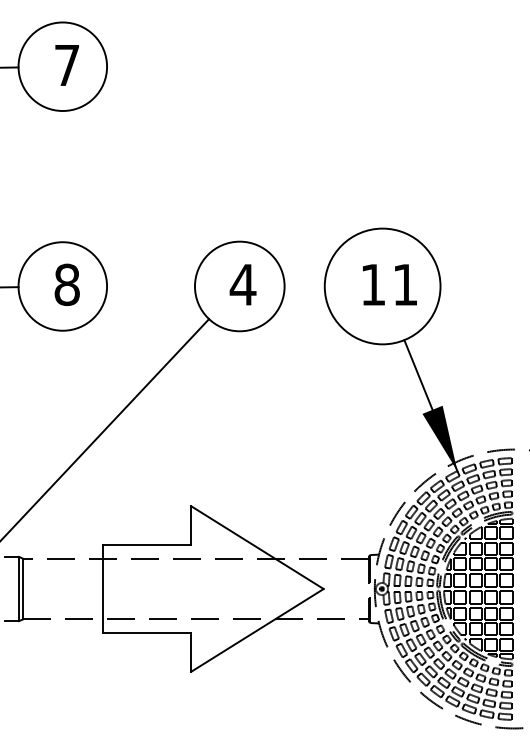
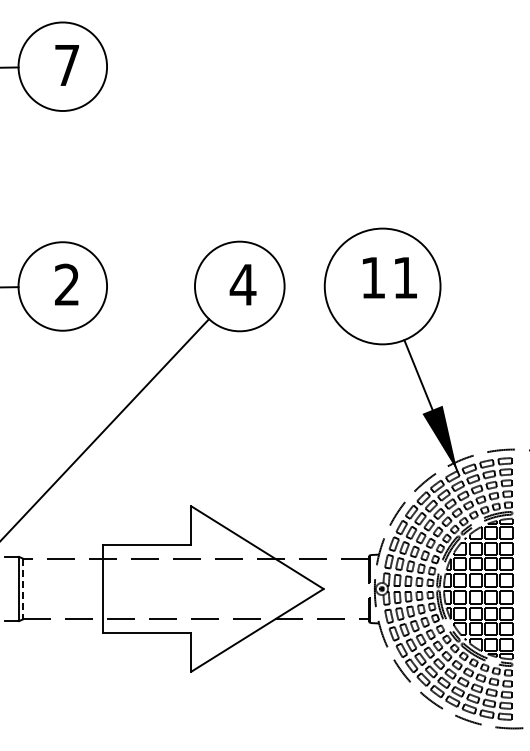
text at (66, 284): 8 -> 2
text at (389, 284) position: (389, 284) -> (389, 277)
line at (23, 589): solid -> dashed
